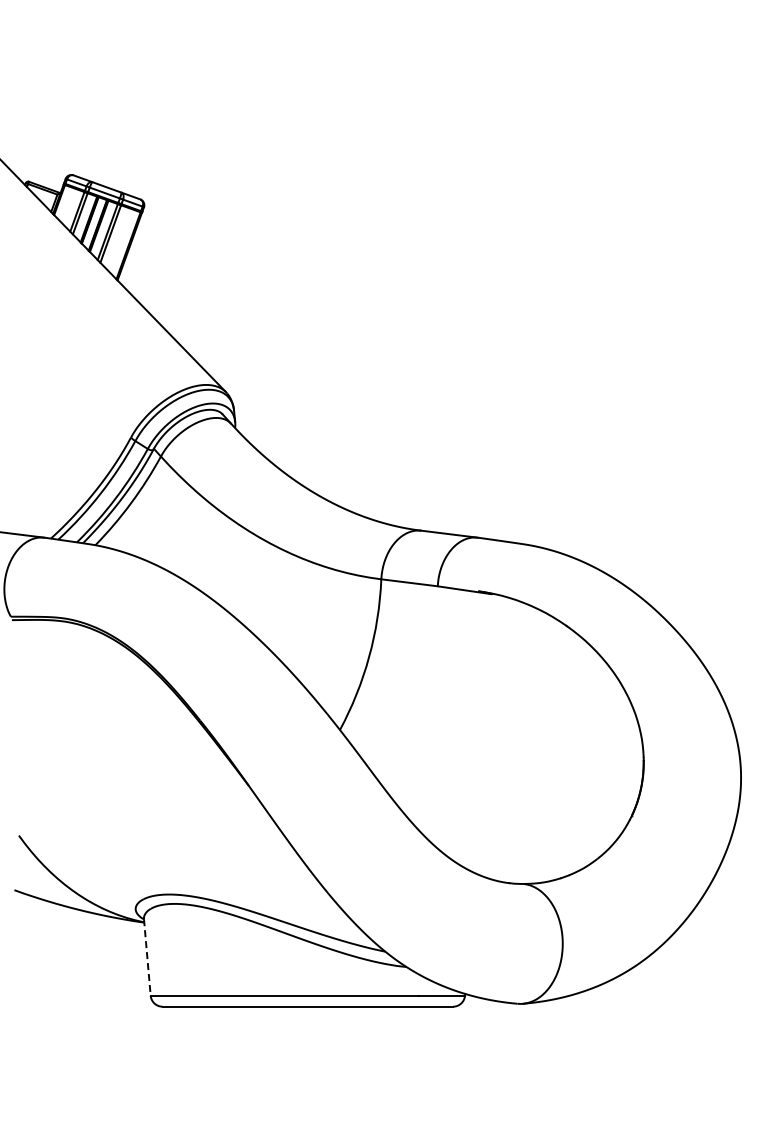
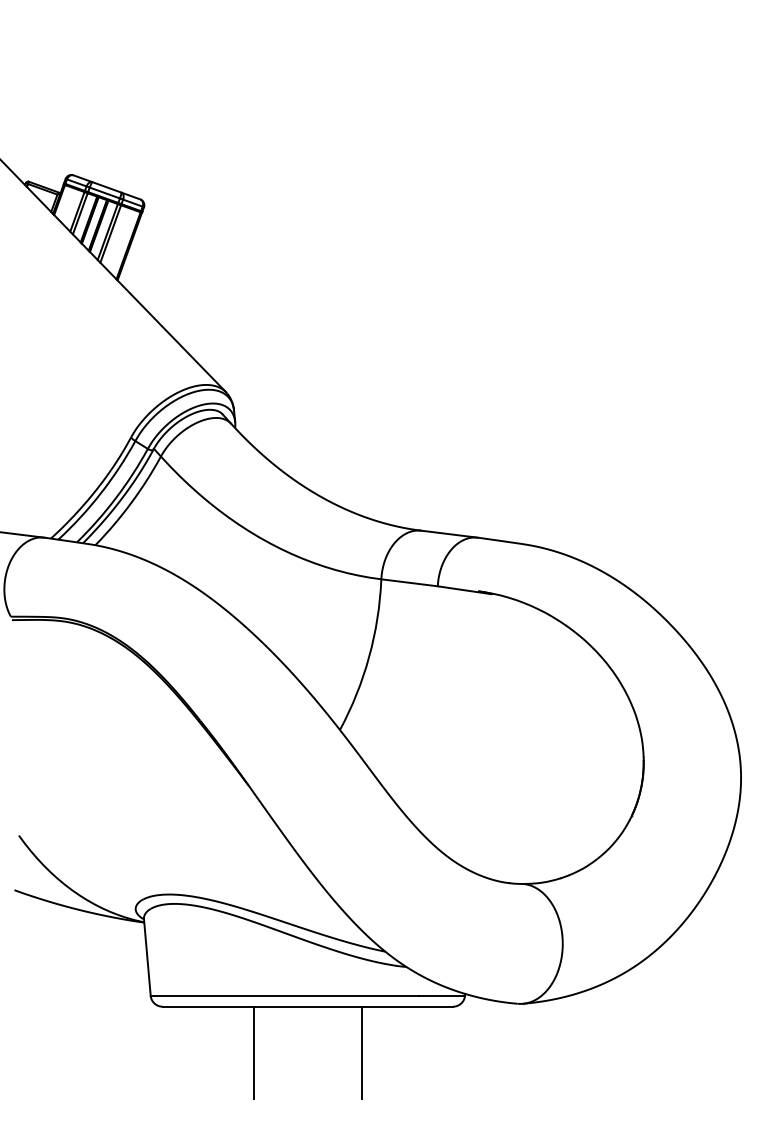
line at (147, 957): dashed -> solid
line at (253, 1052): none -> present
line at (361, 1052): none -> present
